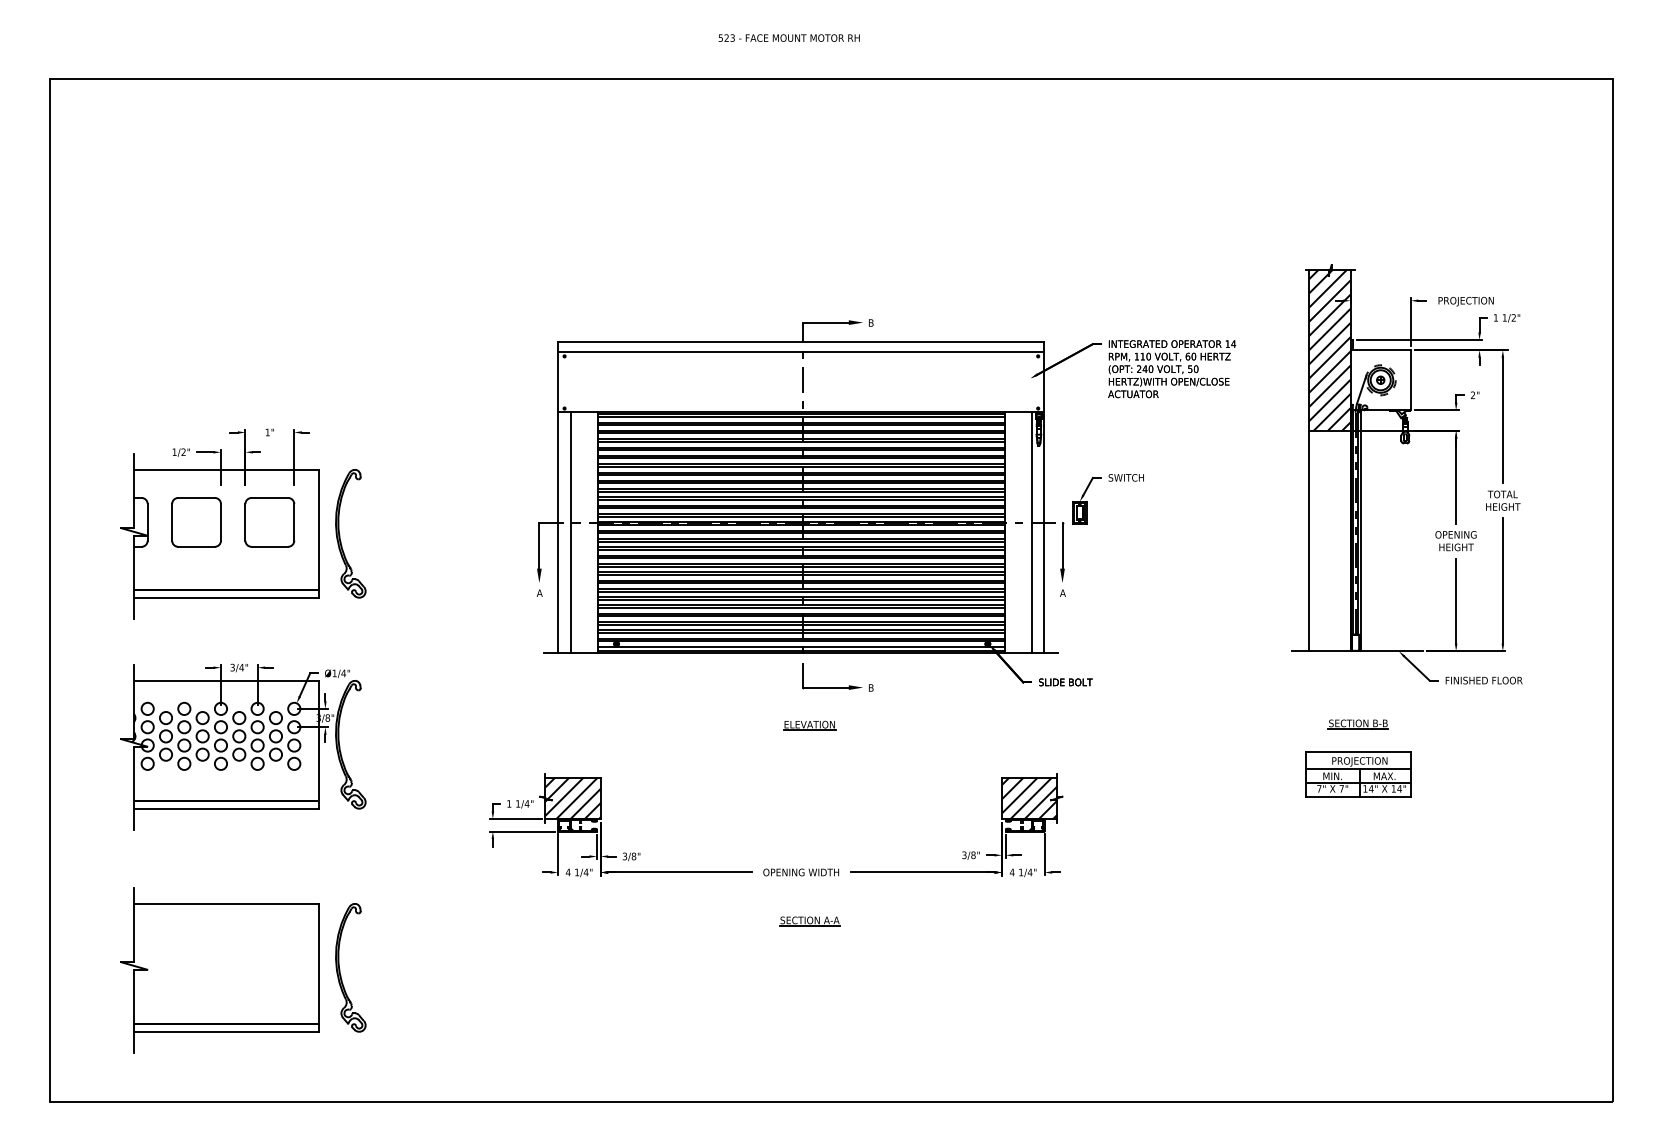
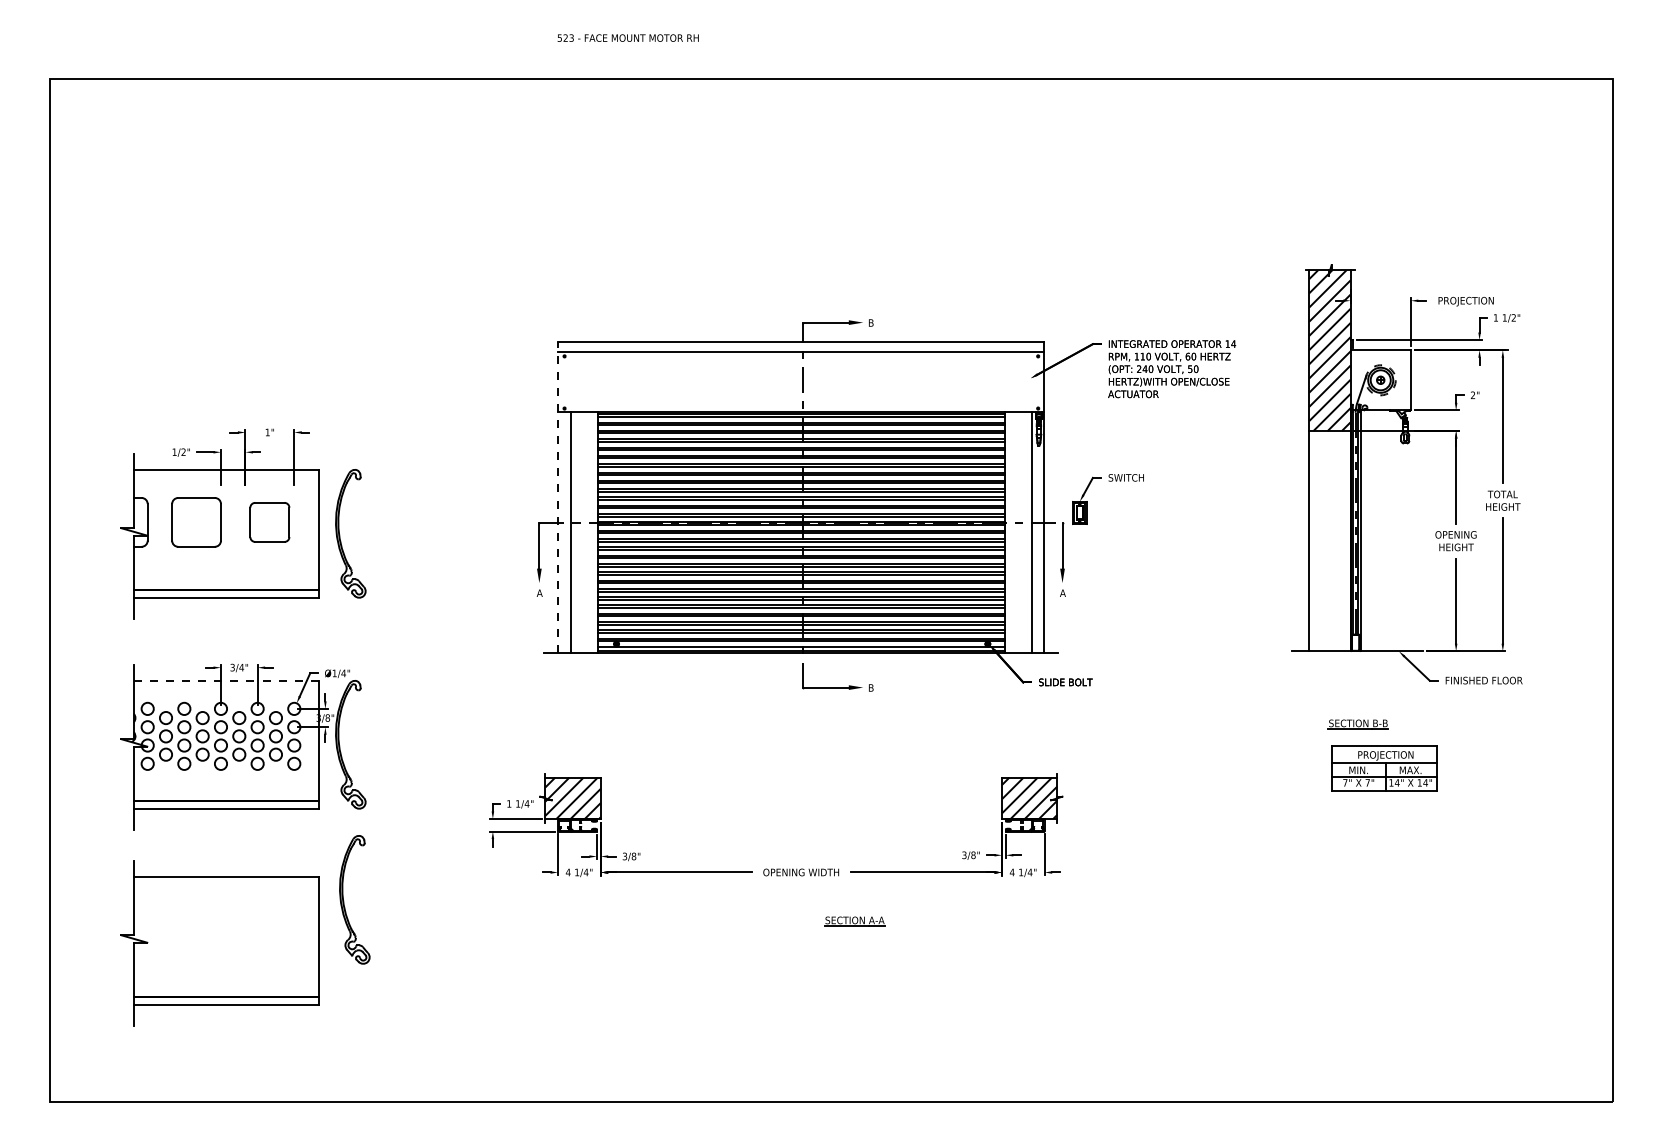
text at (788, 37) position: (788, 37) -> (627, 37)
line at (558, 497): solid -> dashed
part at (269, 522) size: 52x51 px -> 42x41 px
line at (225, 680): solid -> dashed
part at (809, 725): present -> none
part at (1358, 774) position: (1358, 774) -> (1384, 768)
part at (809, 921) position: (809, 921) -> (854, 921)
part at (340, 968) position: (340, 968) -> (344, 900)
part at (219, 970) position: (219, 970) -> (219, 943)
